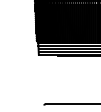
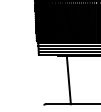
line at (68, 80): none -> present
